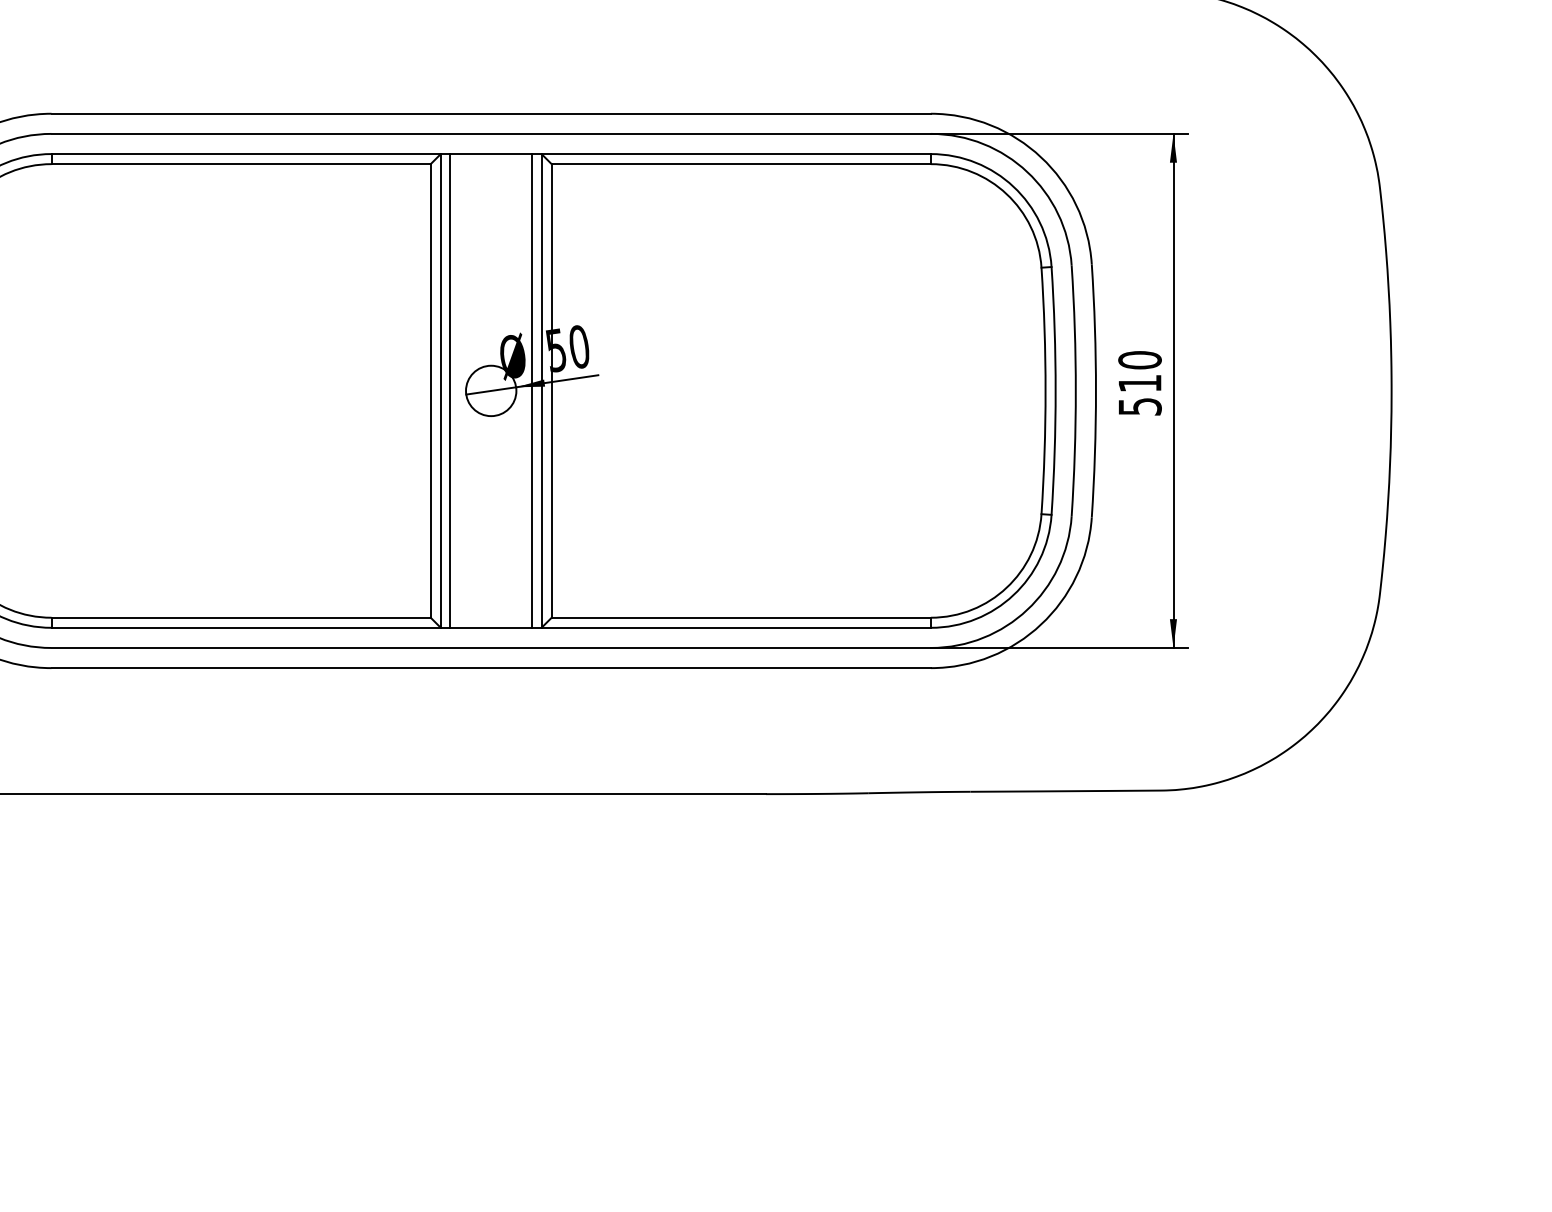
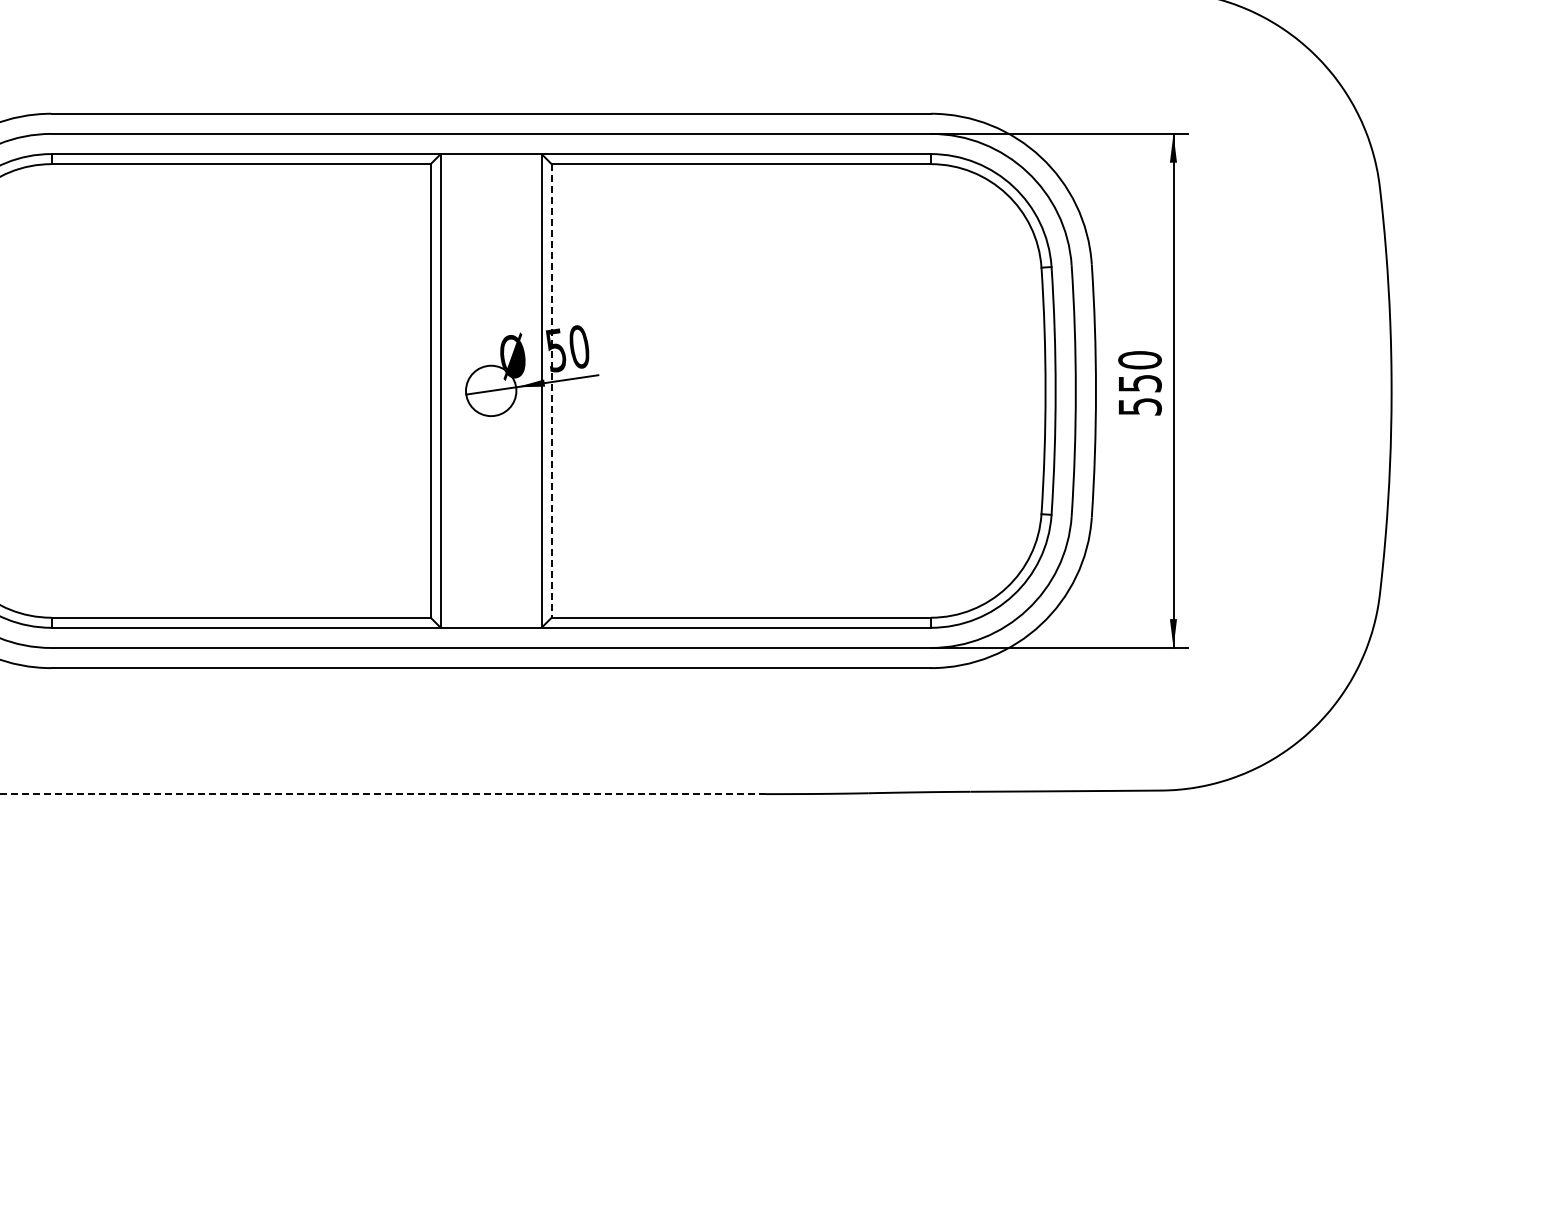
text at (1139, 383): 510 -> 550
line at (450, 390): present -> none
line at (531, 390): present -> none
line at (551, 390): solid -> dashed
line at (383, 794): solid -> dashed
